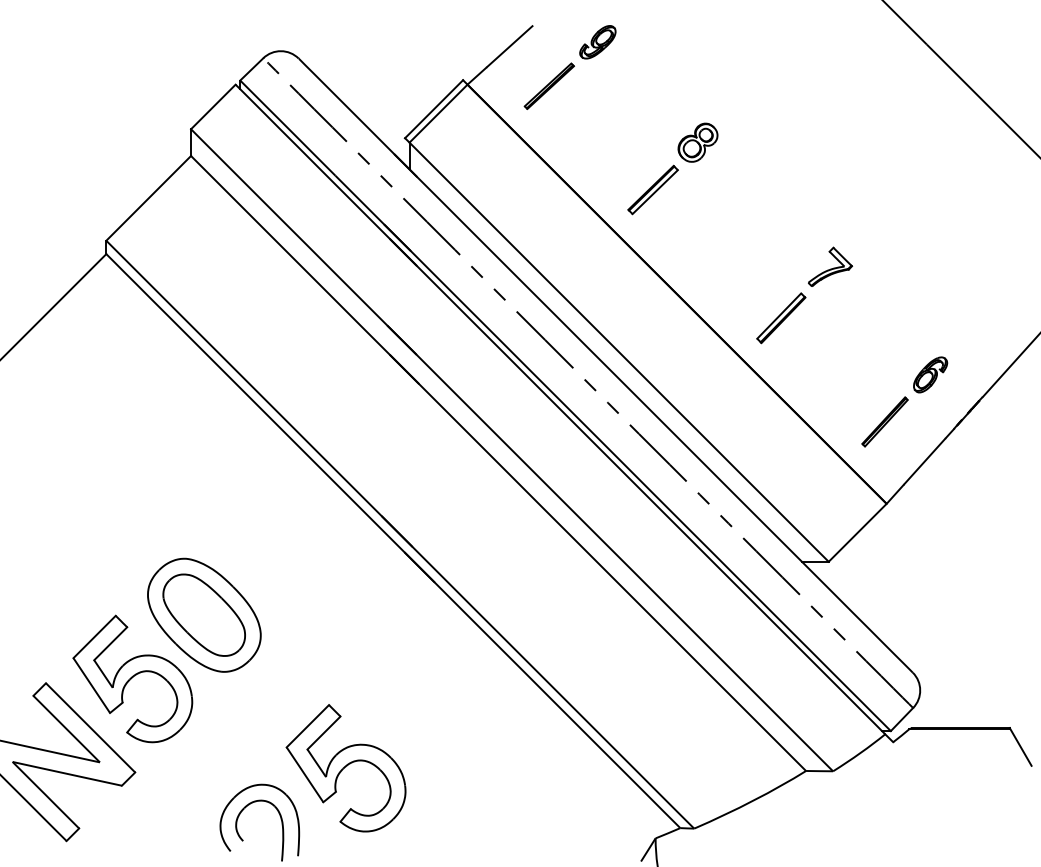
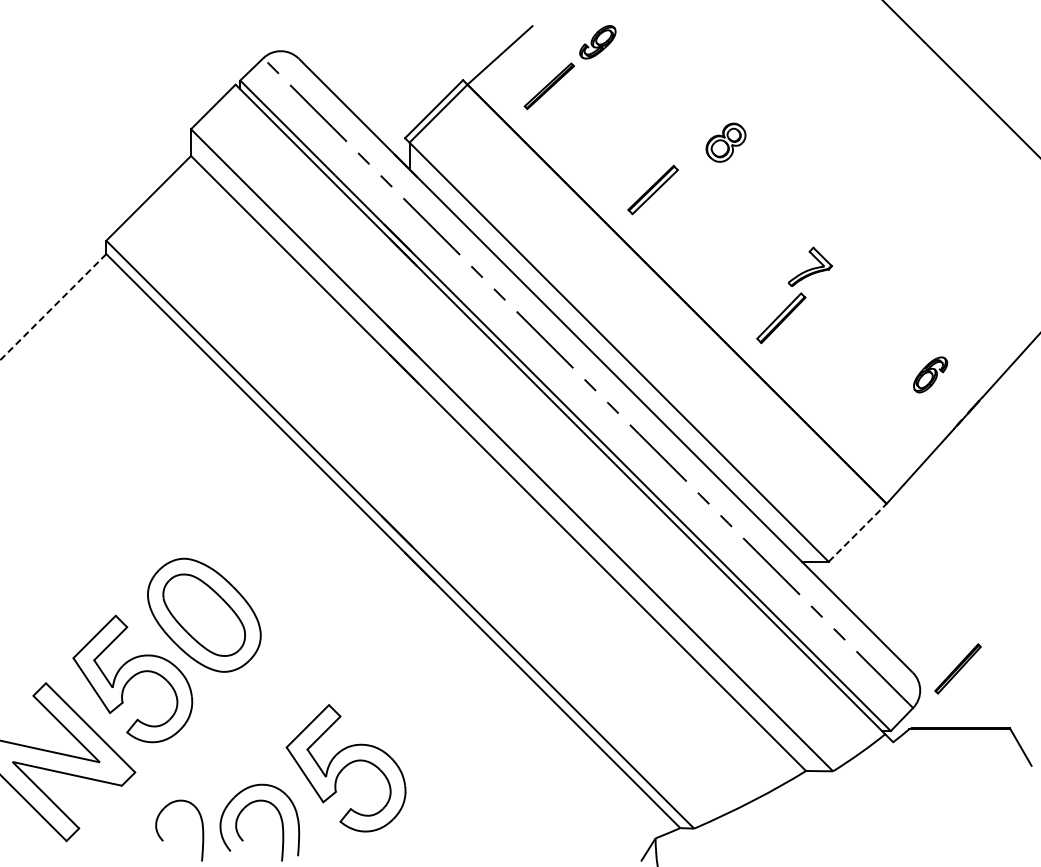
part at (697, 142) position: (697, 142) -> (725, 142)
part at (830, 266) position: (830, 266) -> (810, 266)
line at (53, 307): solid -> dashed
part at (884, 421) position: (884, 421) -> (957, 668)
line at (857, 532): solid -> dashed
part at (163, 839): none -> present
